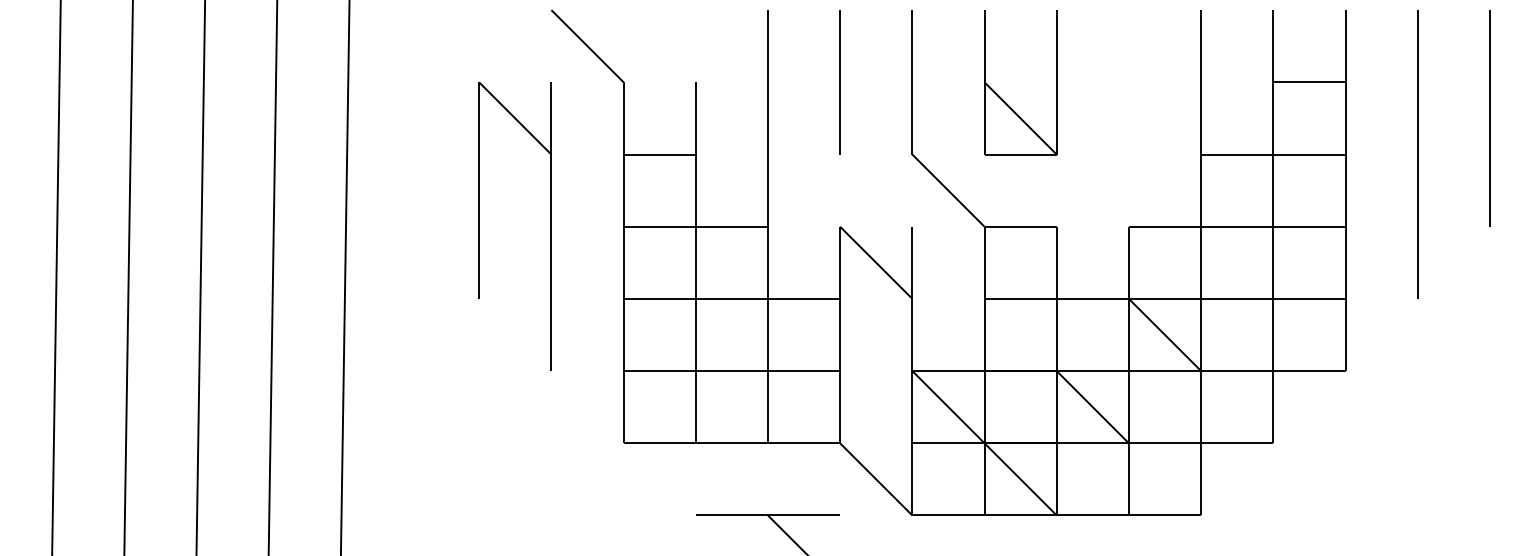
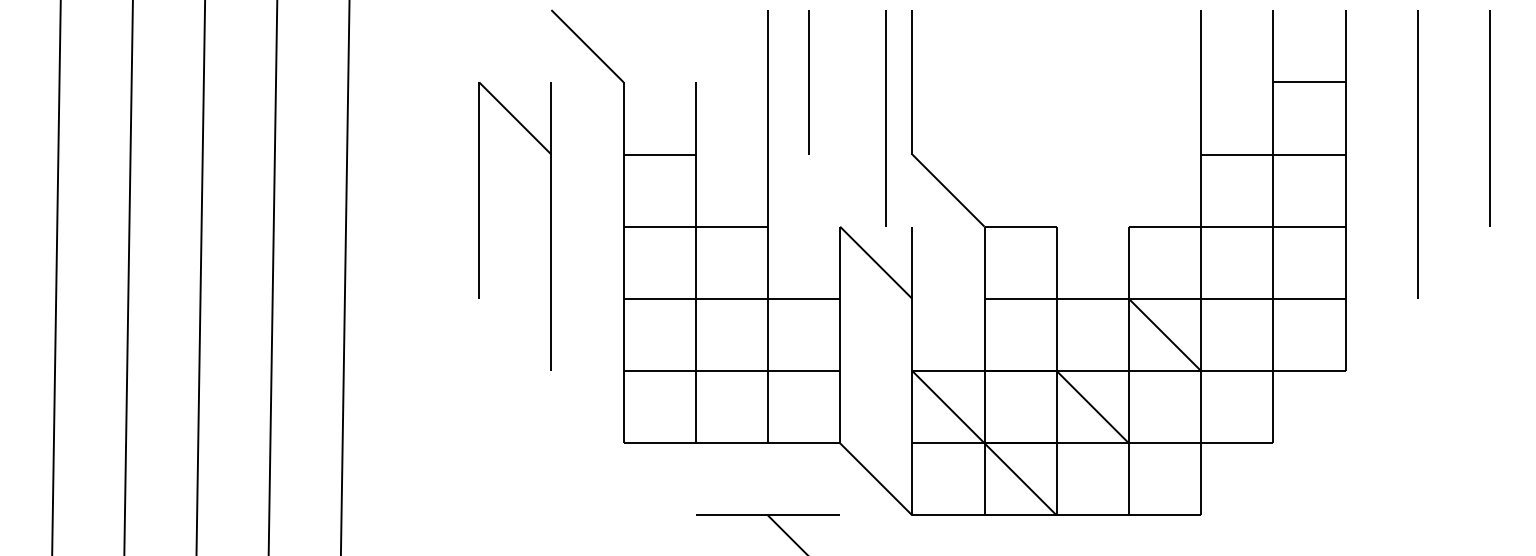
line at (839, 82) position: (839, 82) -> (808, 82)
part at (1003, 99): present -> none
line at (885, 118): none -> present
